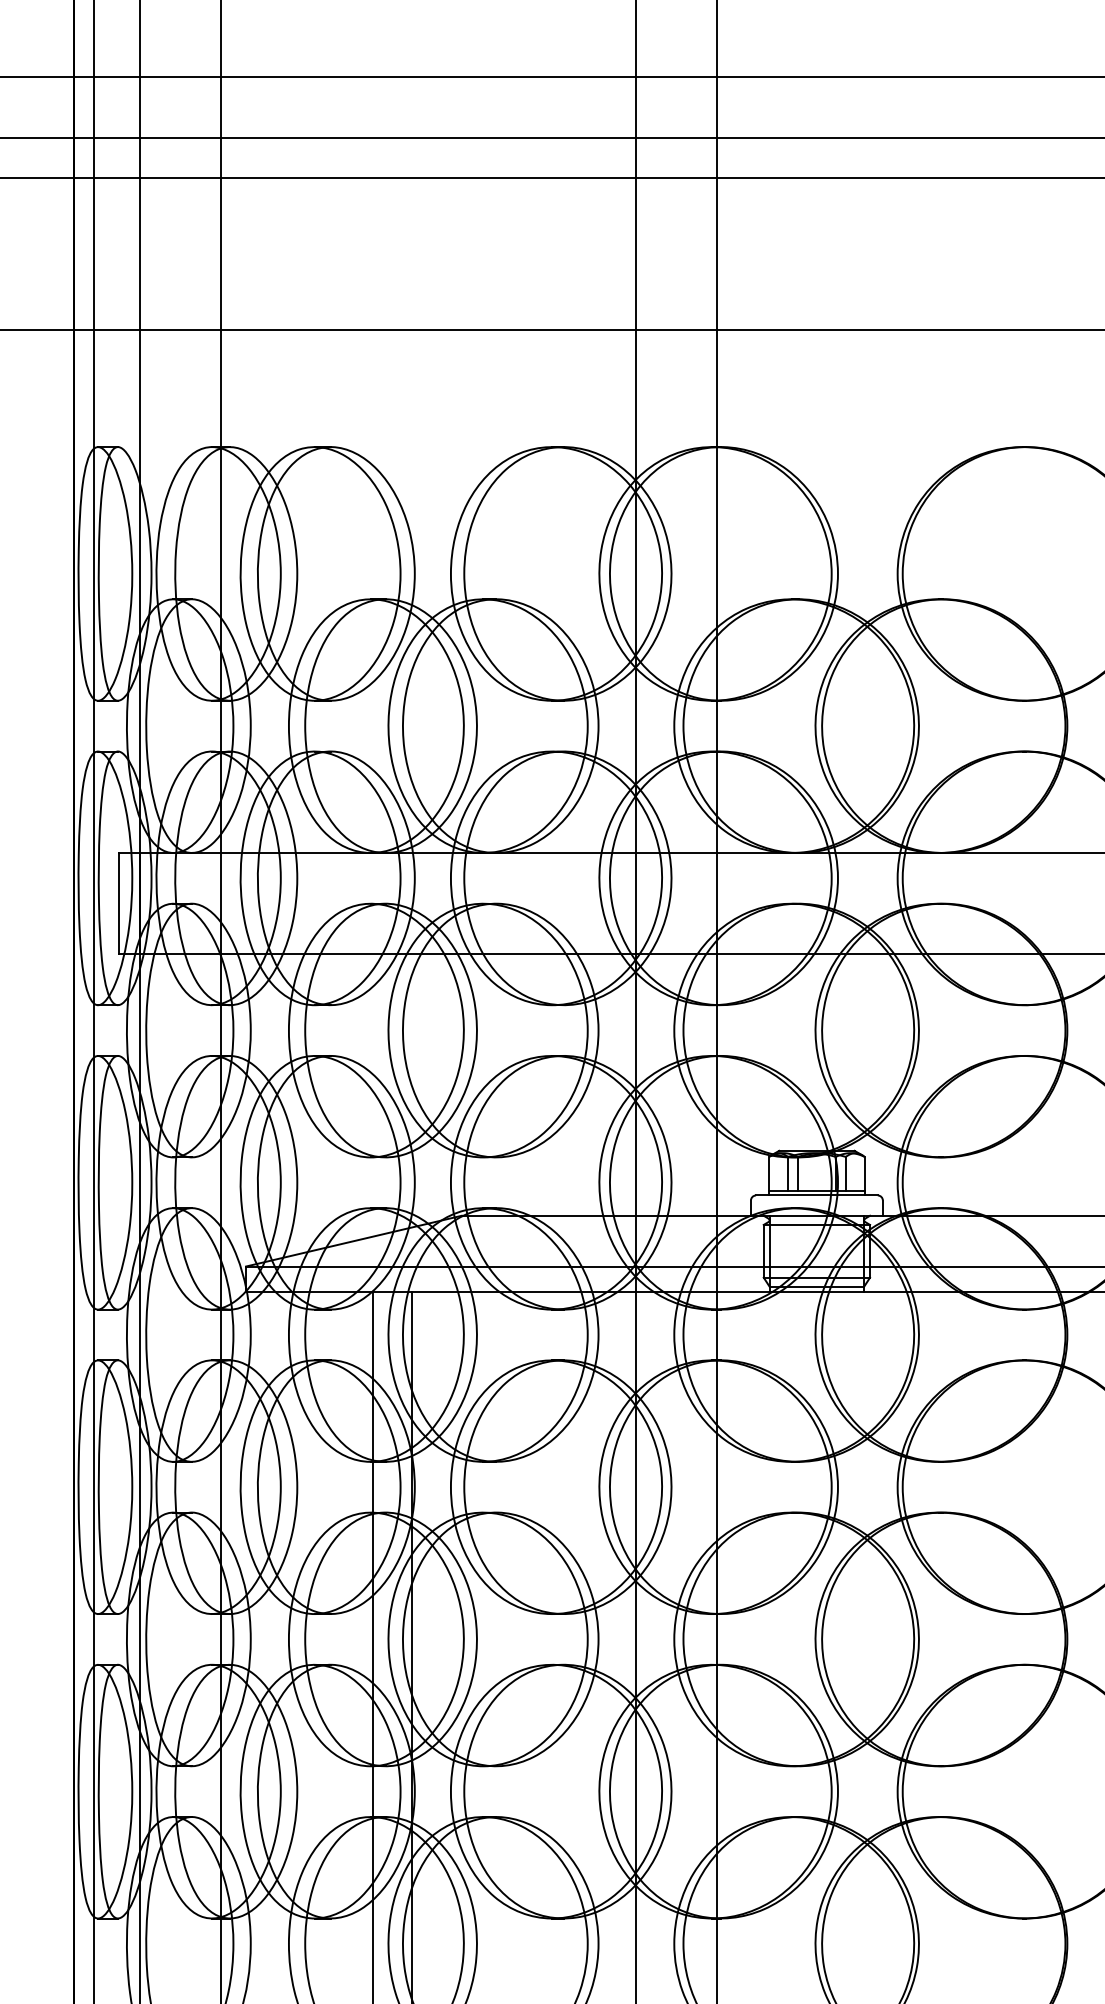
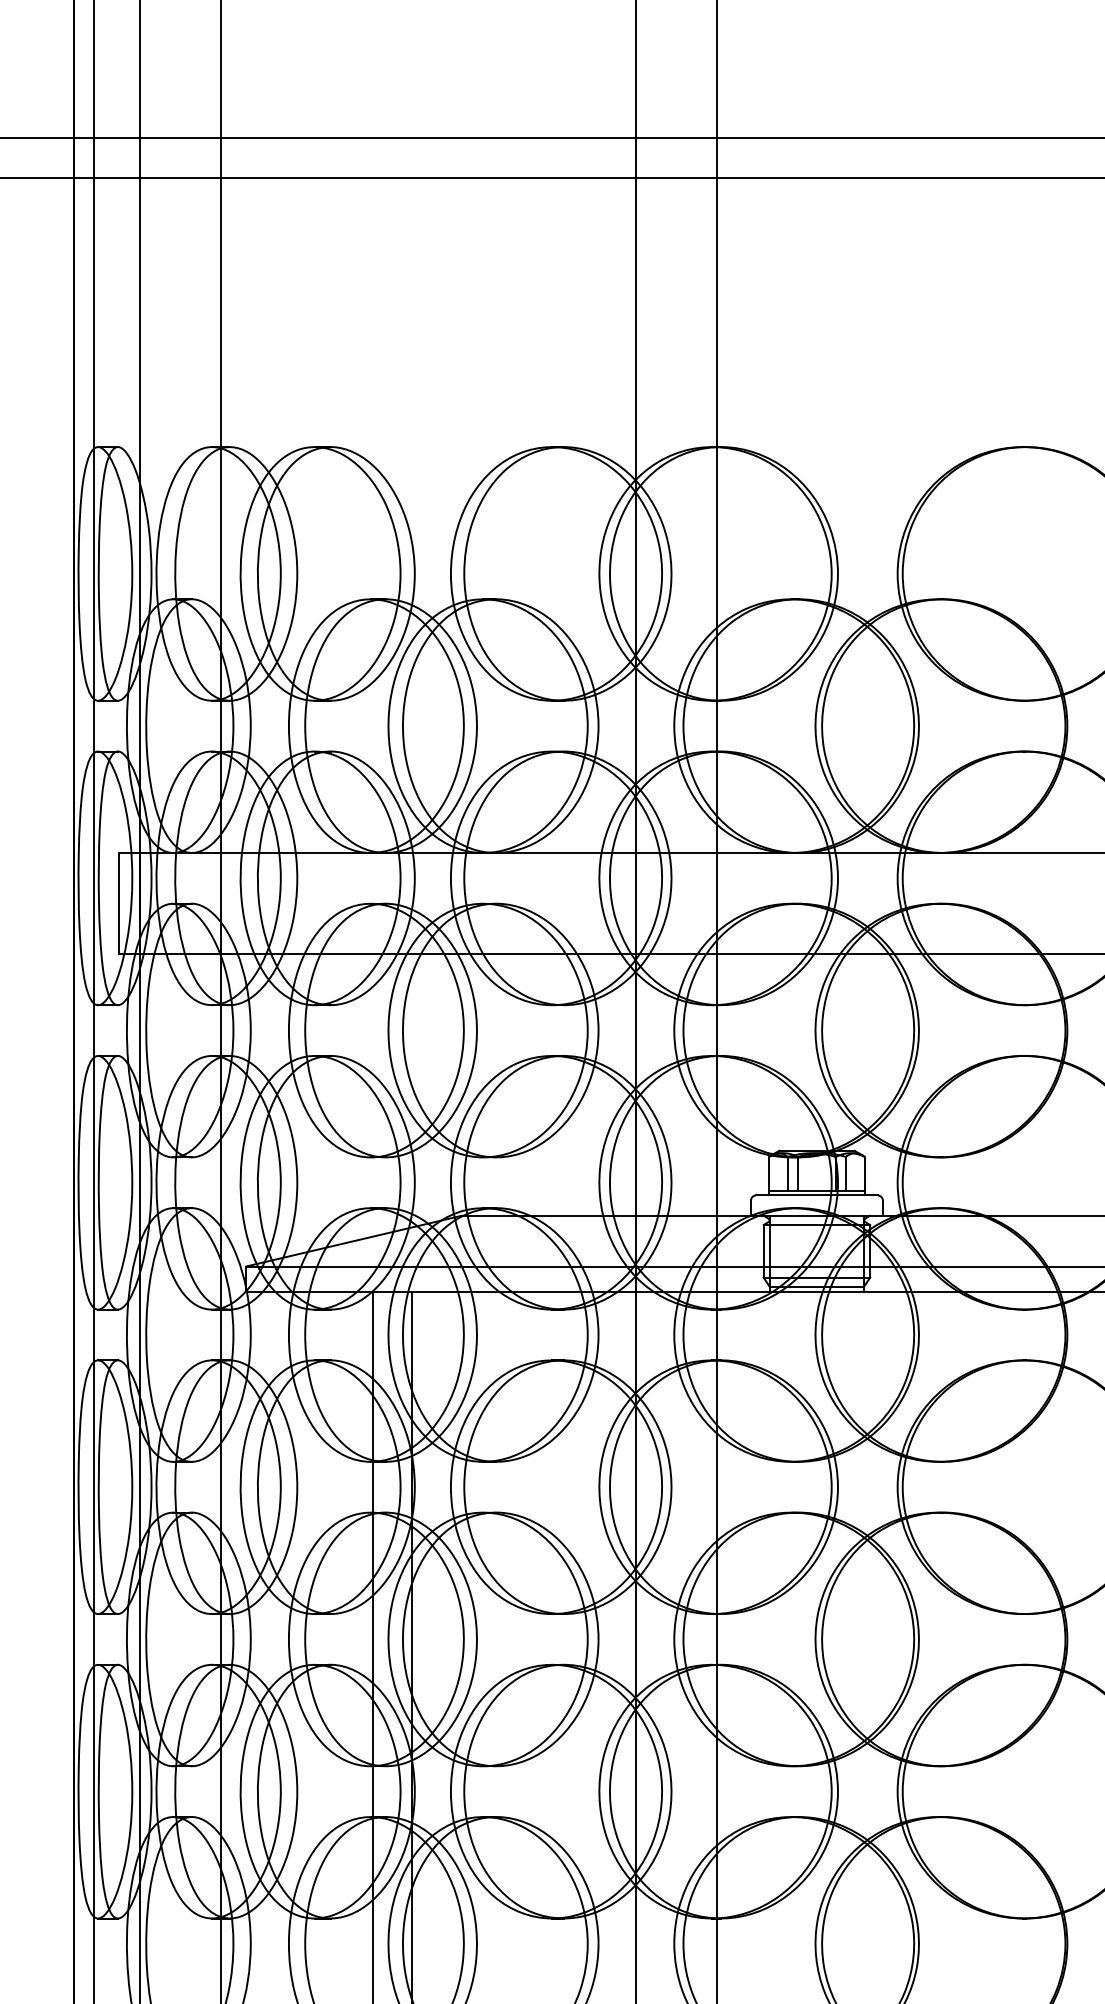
line at (551, 76): present -> none
line at (551, 330): present -> none
